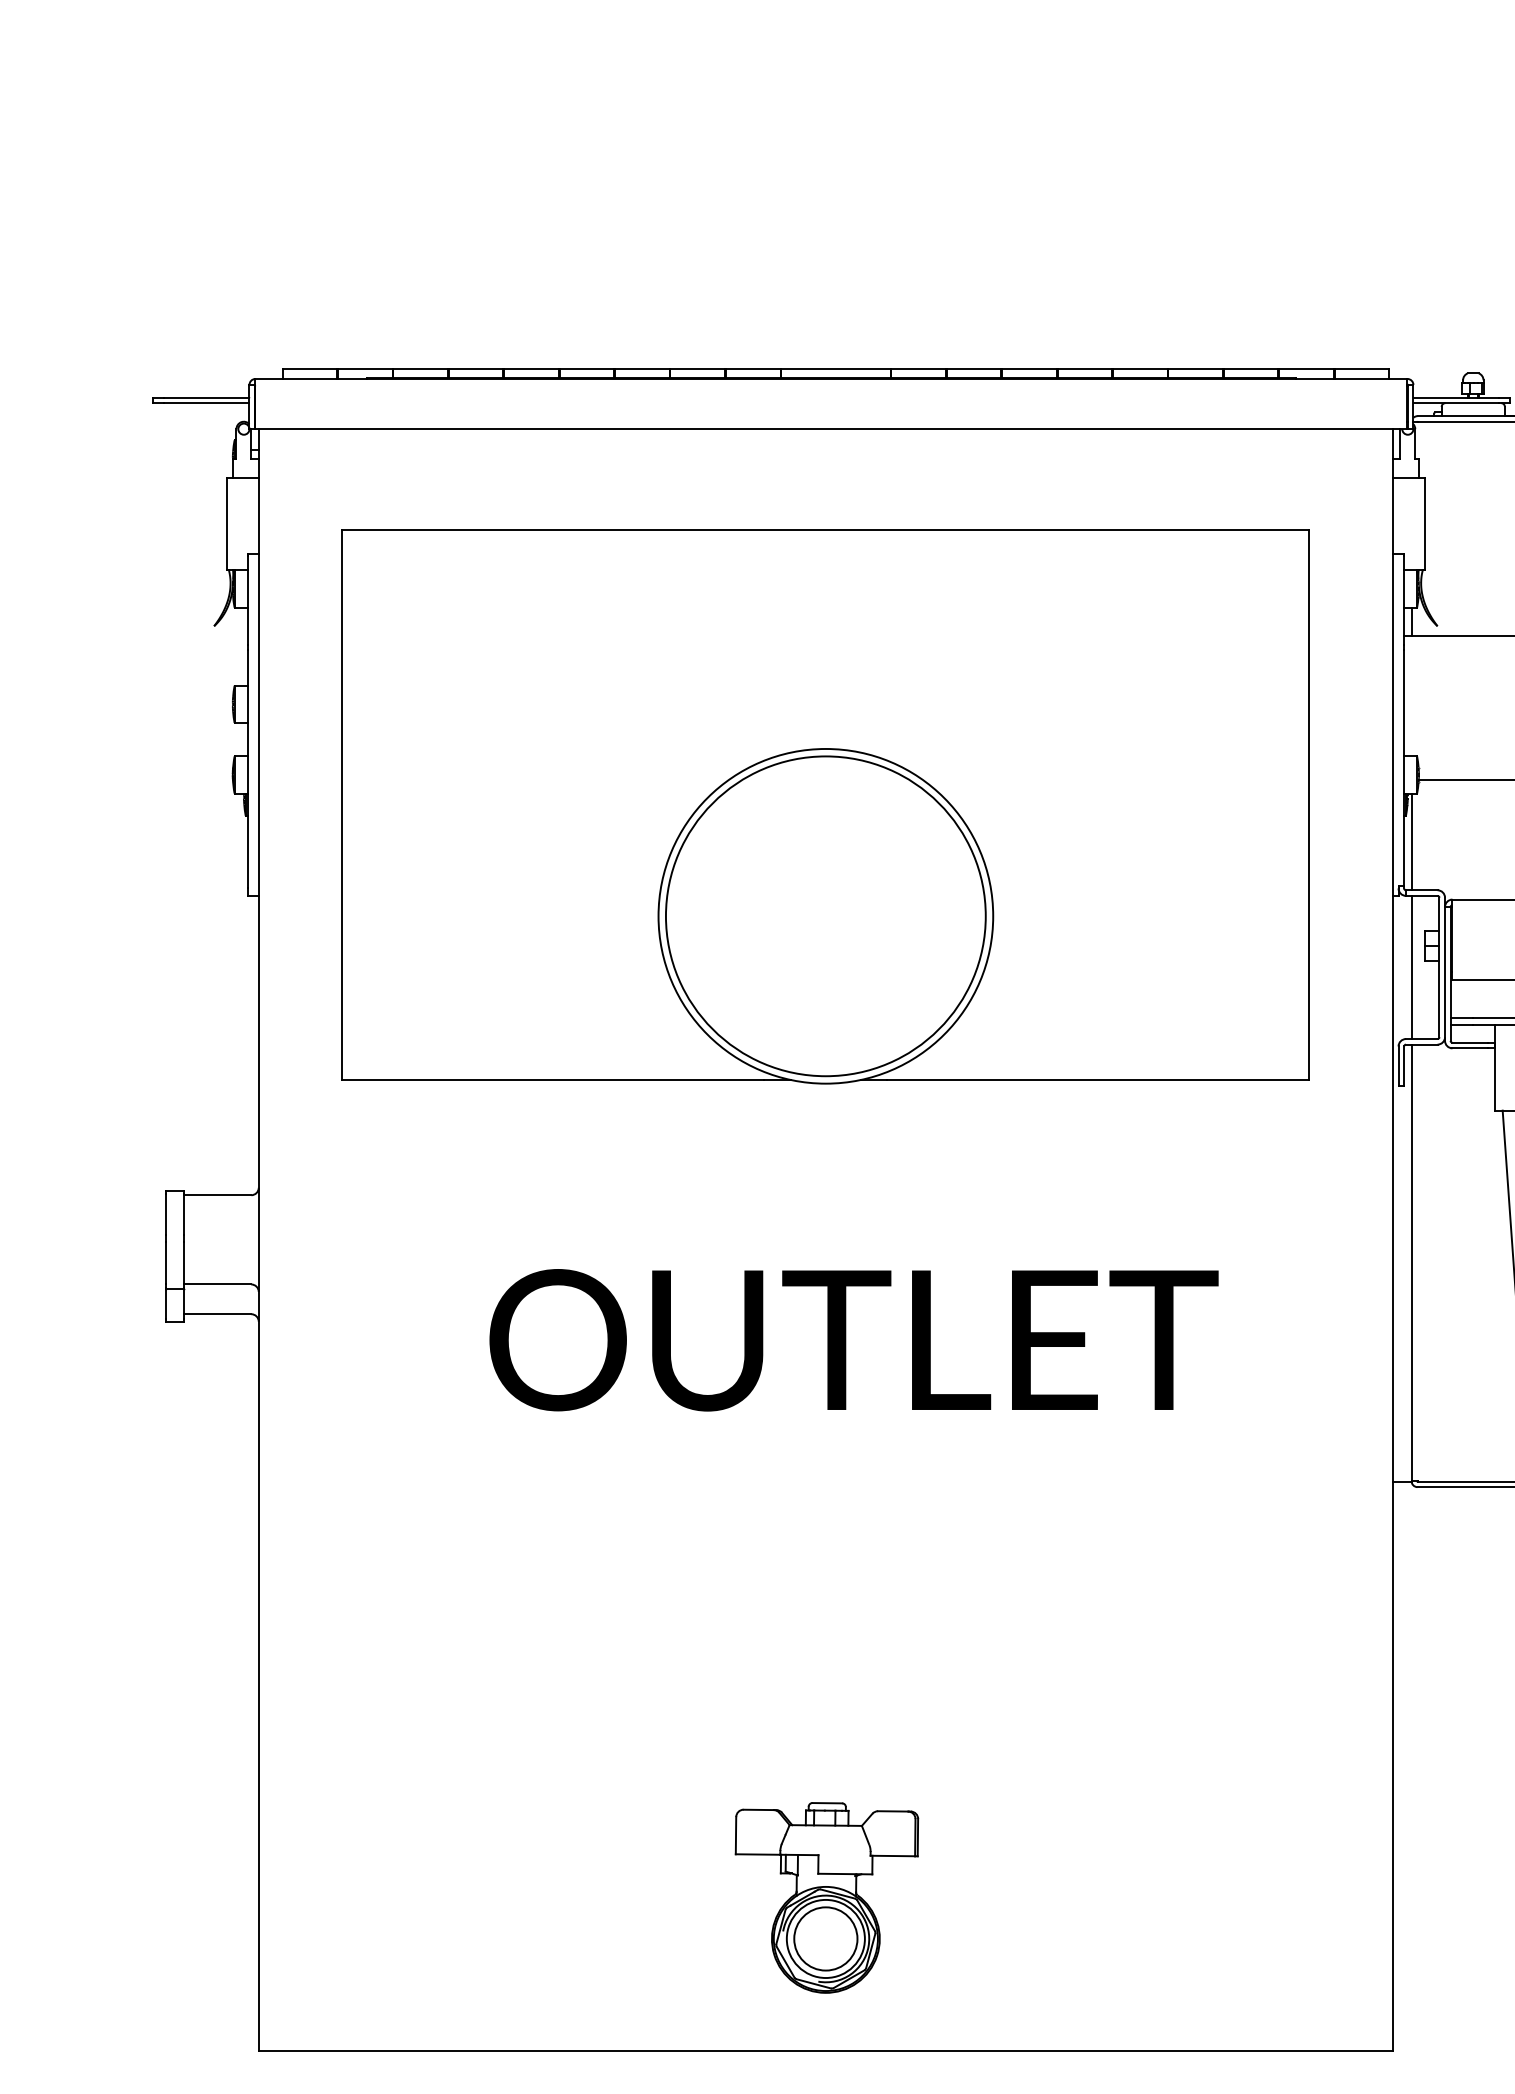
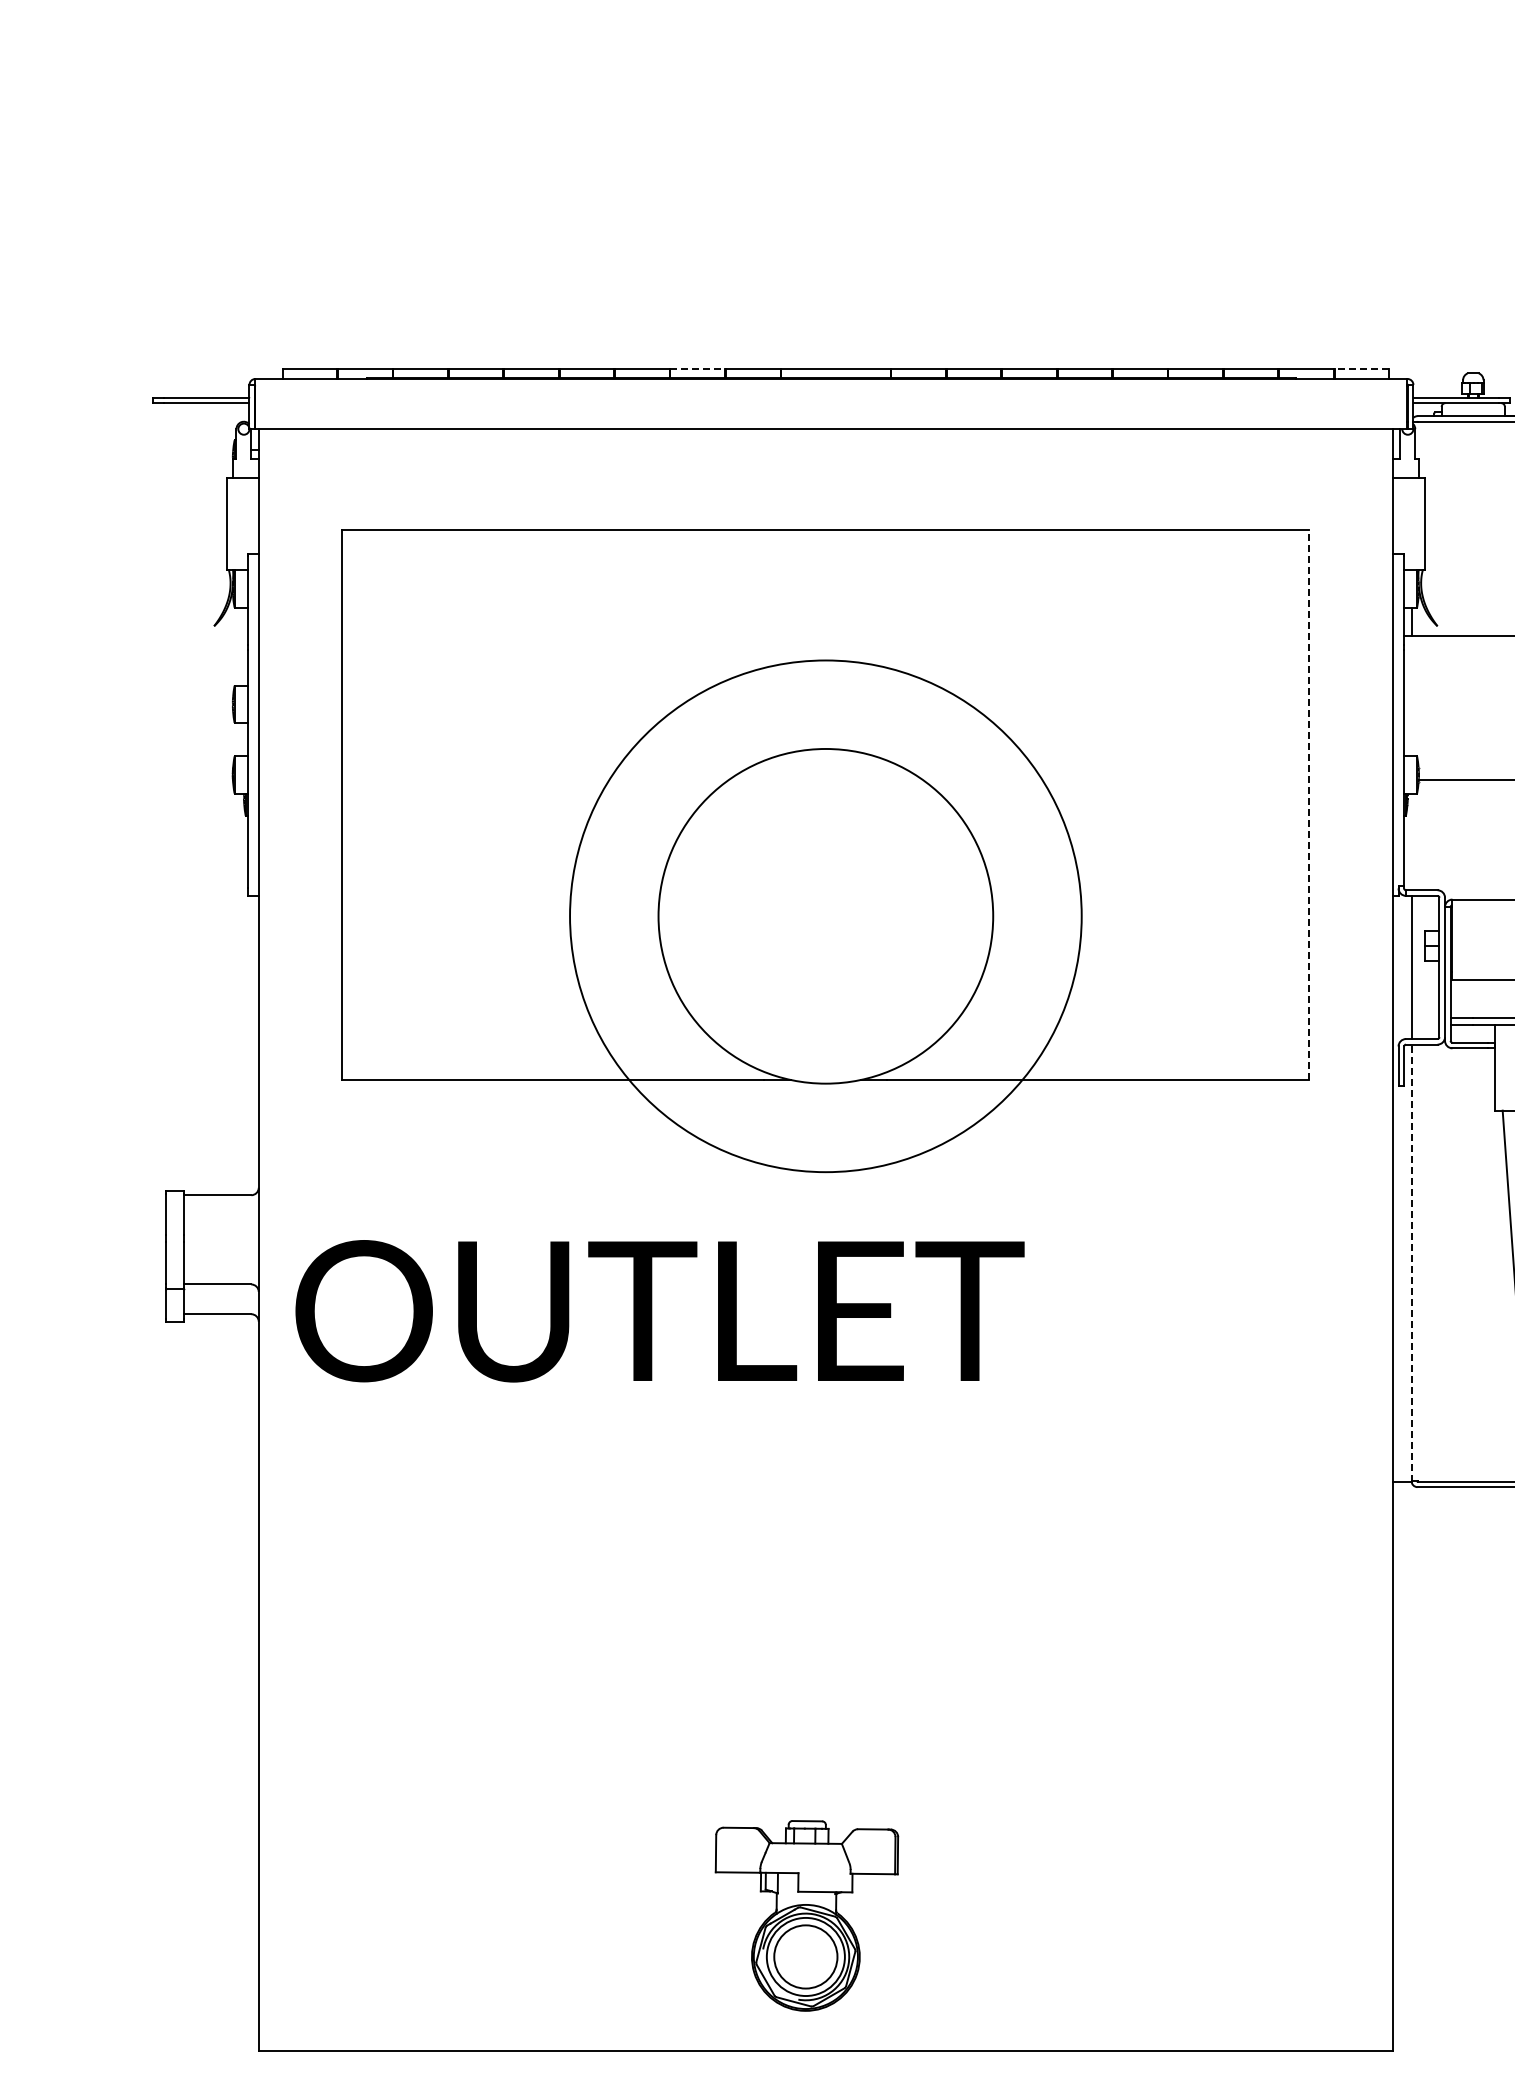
line at (698, 368): solid -> dashed
line at (1361, 368): solid -> dashed
line at (1309, 804): solid -> dashed
line at (1411, 841): present -> none
circle at (825, 916) diameter: 320 px -> 512 px
line at (1411, 1262): solid -> dashed
text at (853, 1340) position: (853, 1340) -> (659, 1311)
part at (826, 1897) position: (826, 1897) -> (806, 1915)
